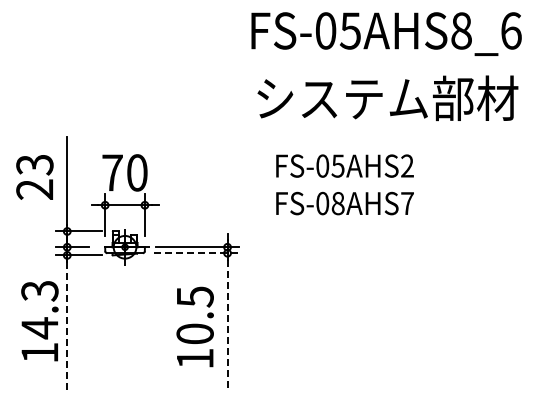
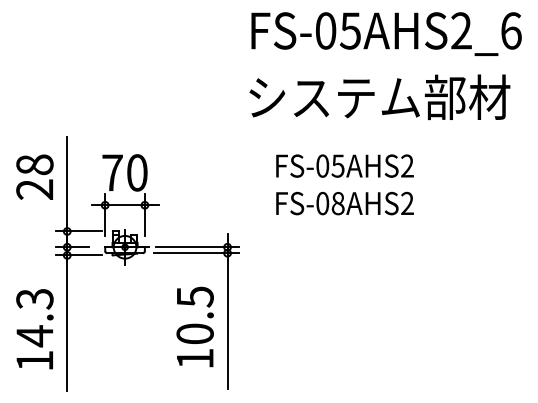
text at (461, 30): FS-05AHS8_6 -> FS-05AHS2_6
text at (387, 98) position: (387, 98) -> (379, 97)
text at (34, 164): 23 -> 28
text at (407, 202): FS-08AHS7 -> FS-08AHS2
line at (197, 253): dashed -> solid
text at (39, 321) position: (39, 321) -> (34, 329)
line at (227, 324): dashed -> solid
line at (67, 327): dashed -> solid
